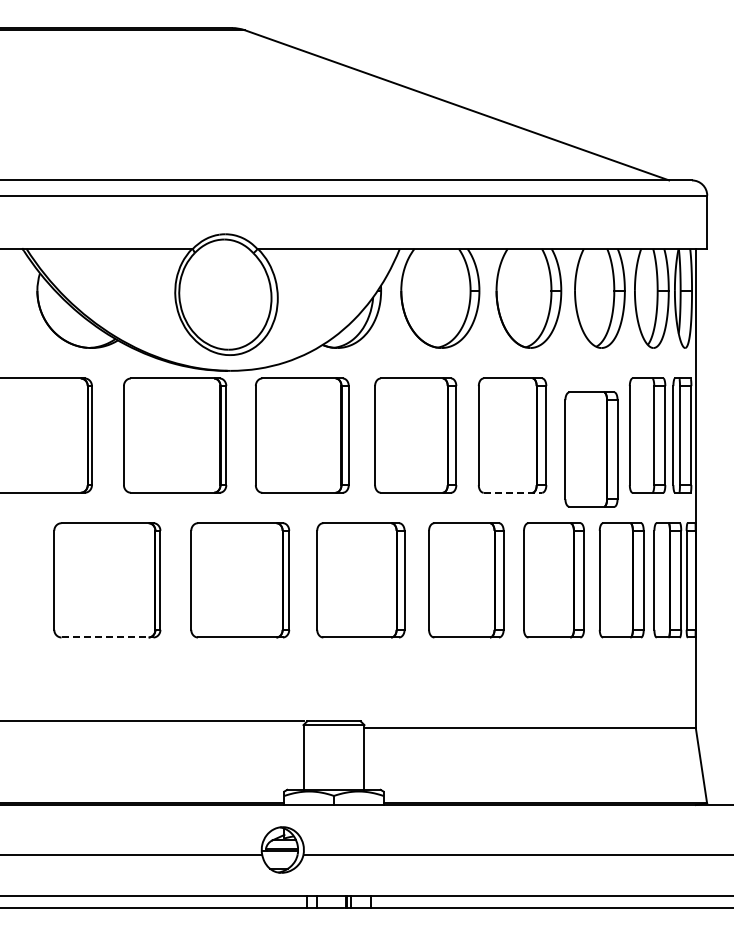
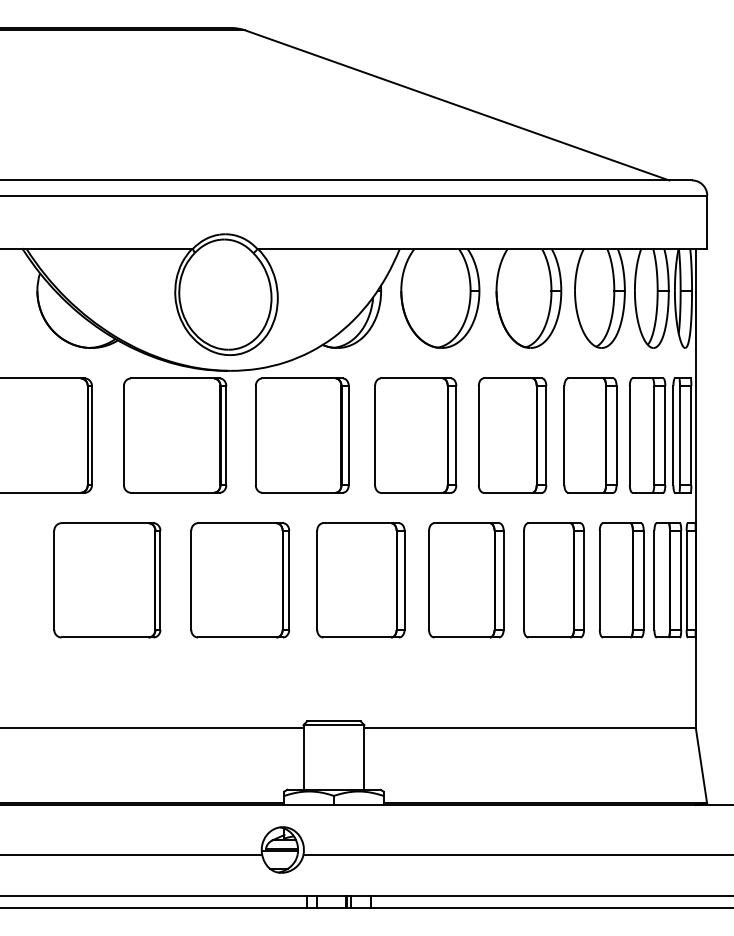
part at (591, 449) position: (591, 449) -> (590, 435)
line at (513, 492): dashed -> solid
line at (108, 637): dashed -> solid
line at (152, 721) position: (152, 721) -> (152, 728)
